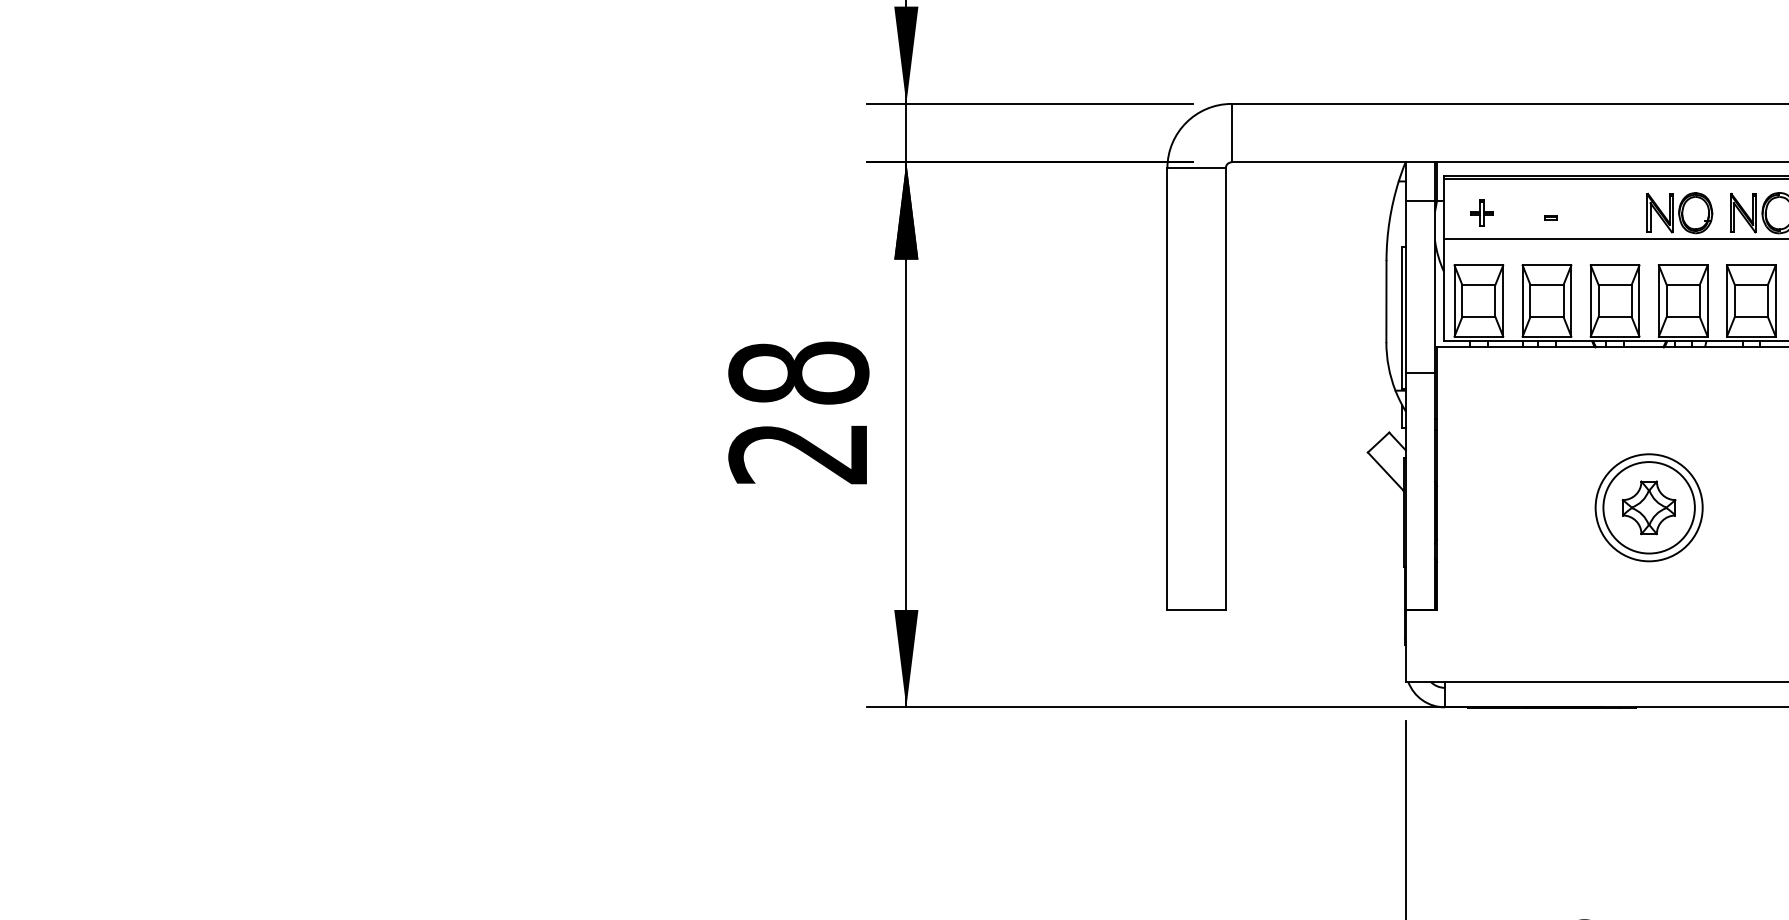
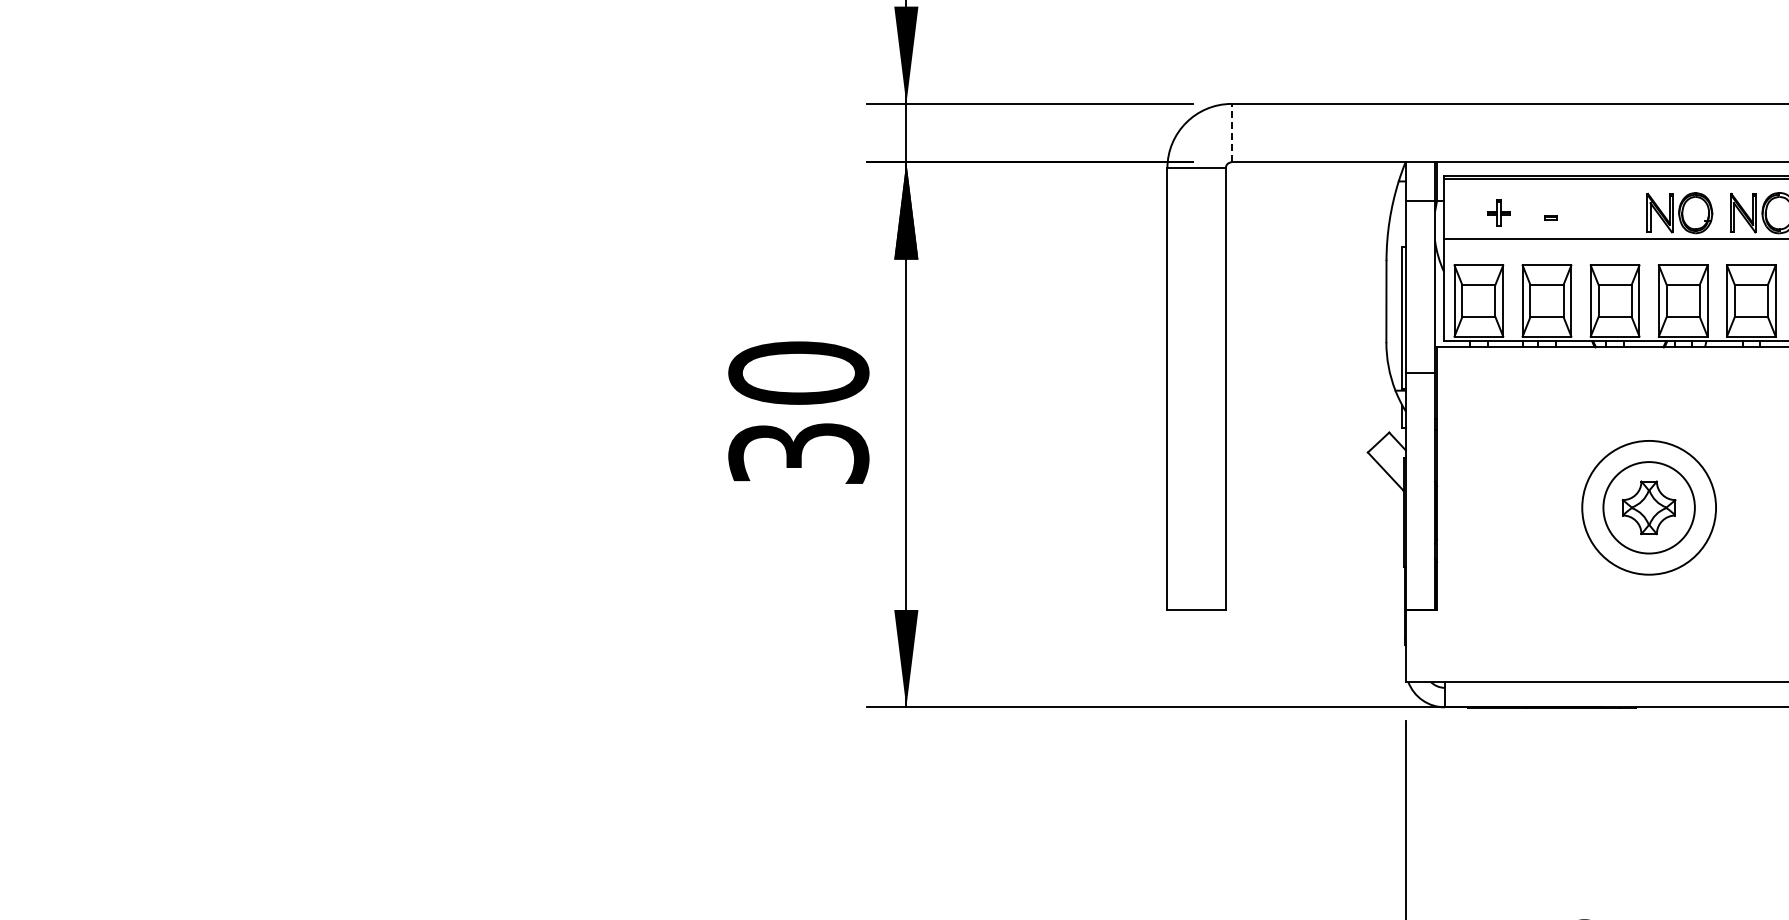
line at (1231, 132): solid -> dashed
part at (1481, 212) position: (1481, 212) -> (1498, 212)
text at (798, 412): 28 -> 30
circle at (1648, 507) diameter: 107 px -> 134 px
